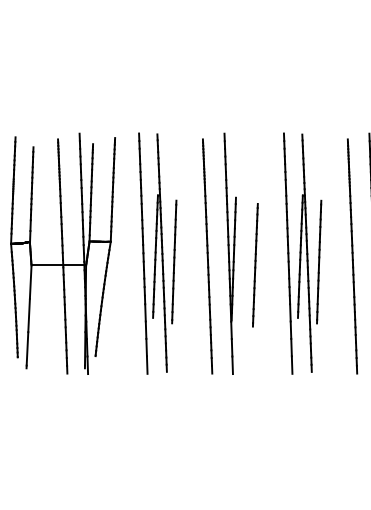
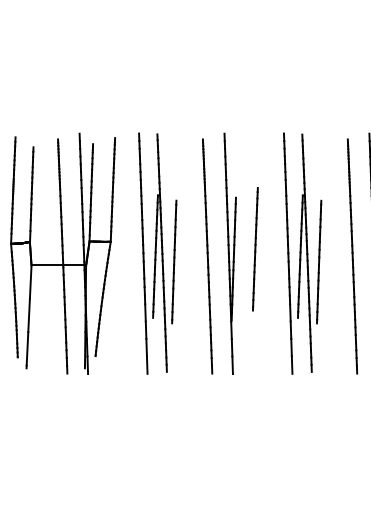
line at (255, 265) position: (255, 265) -> (255, 249)
